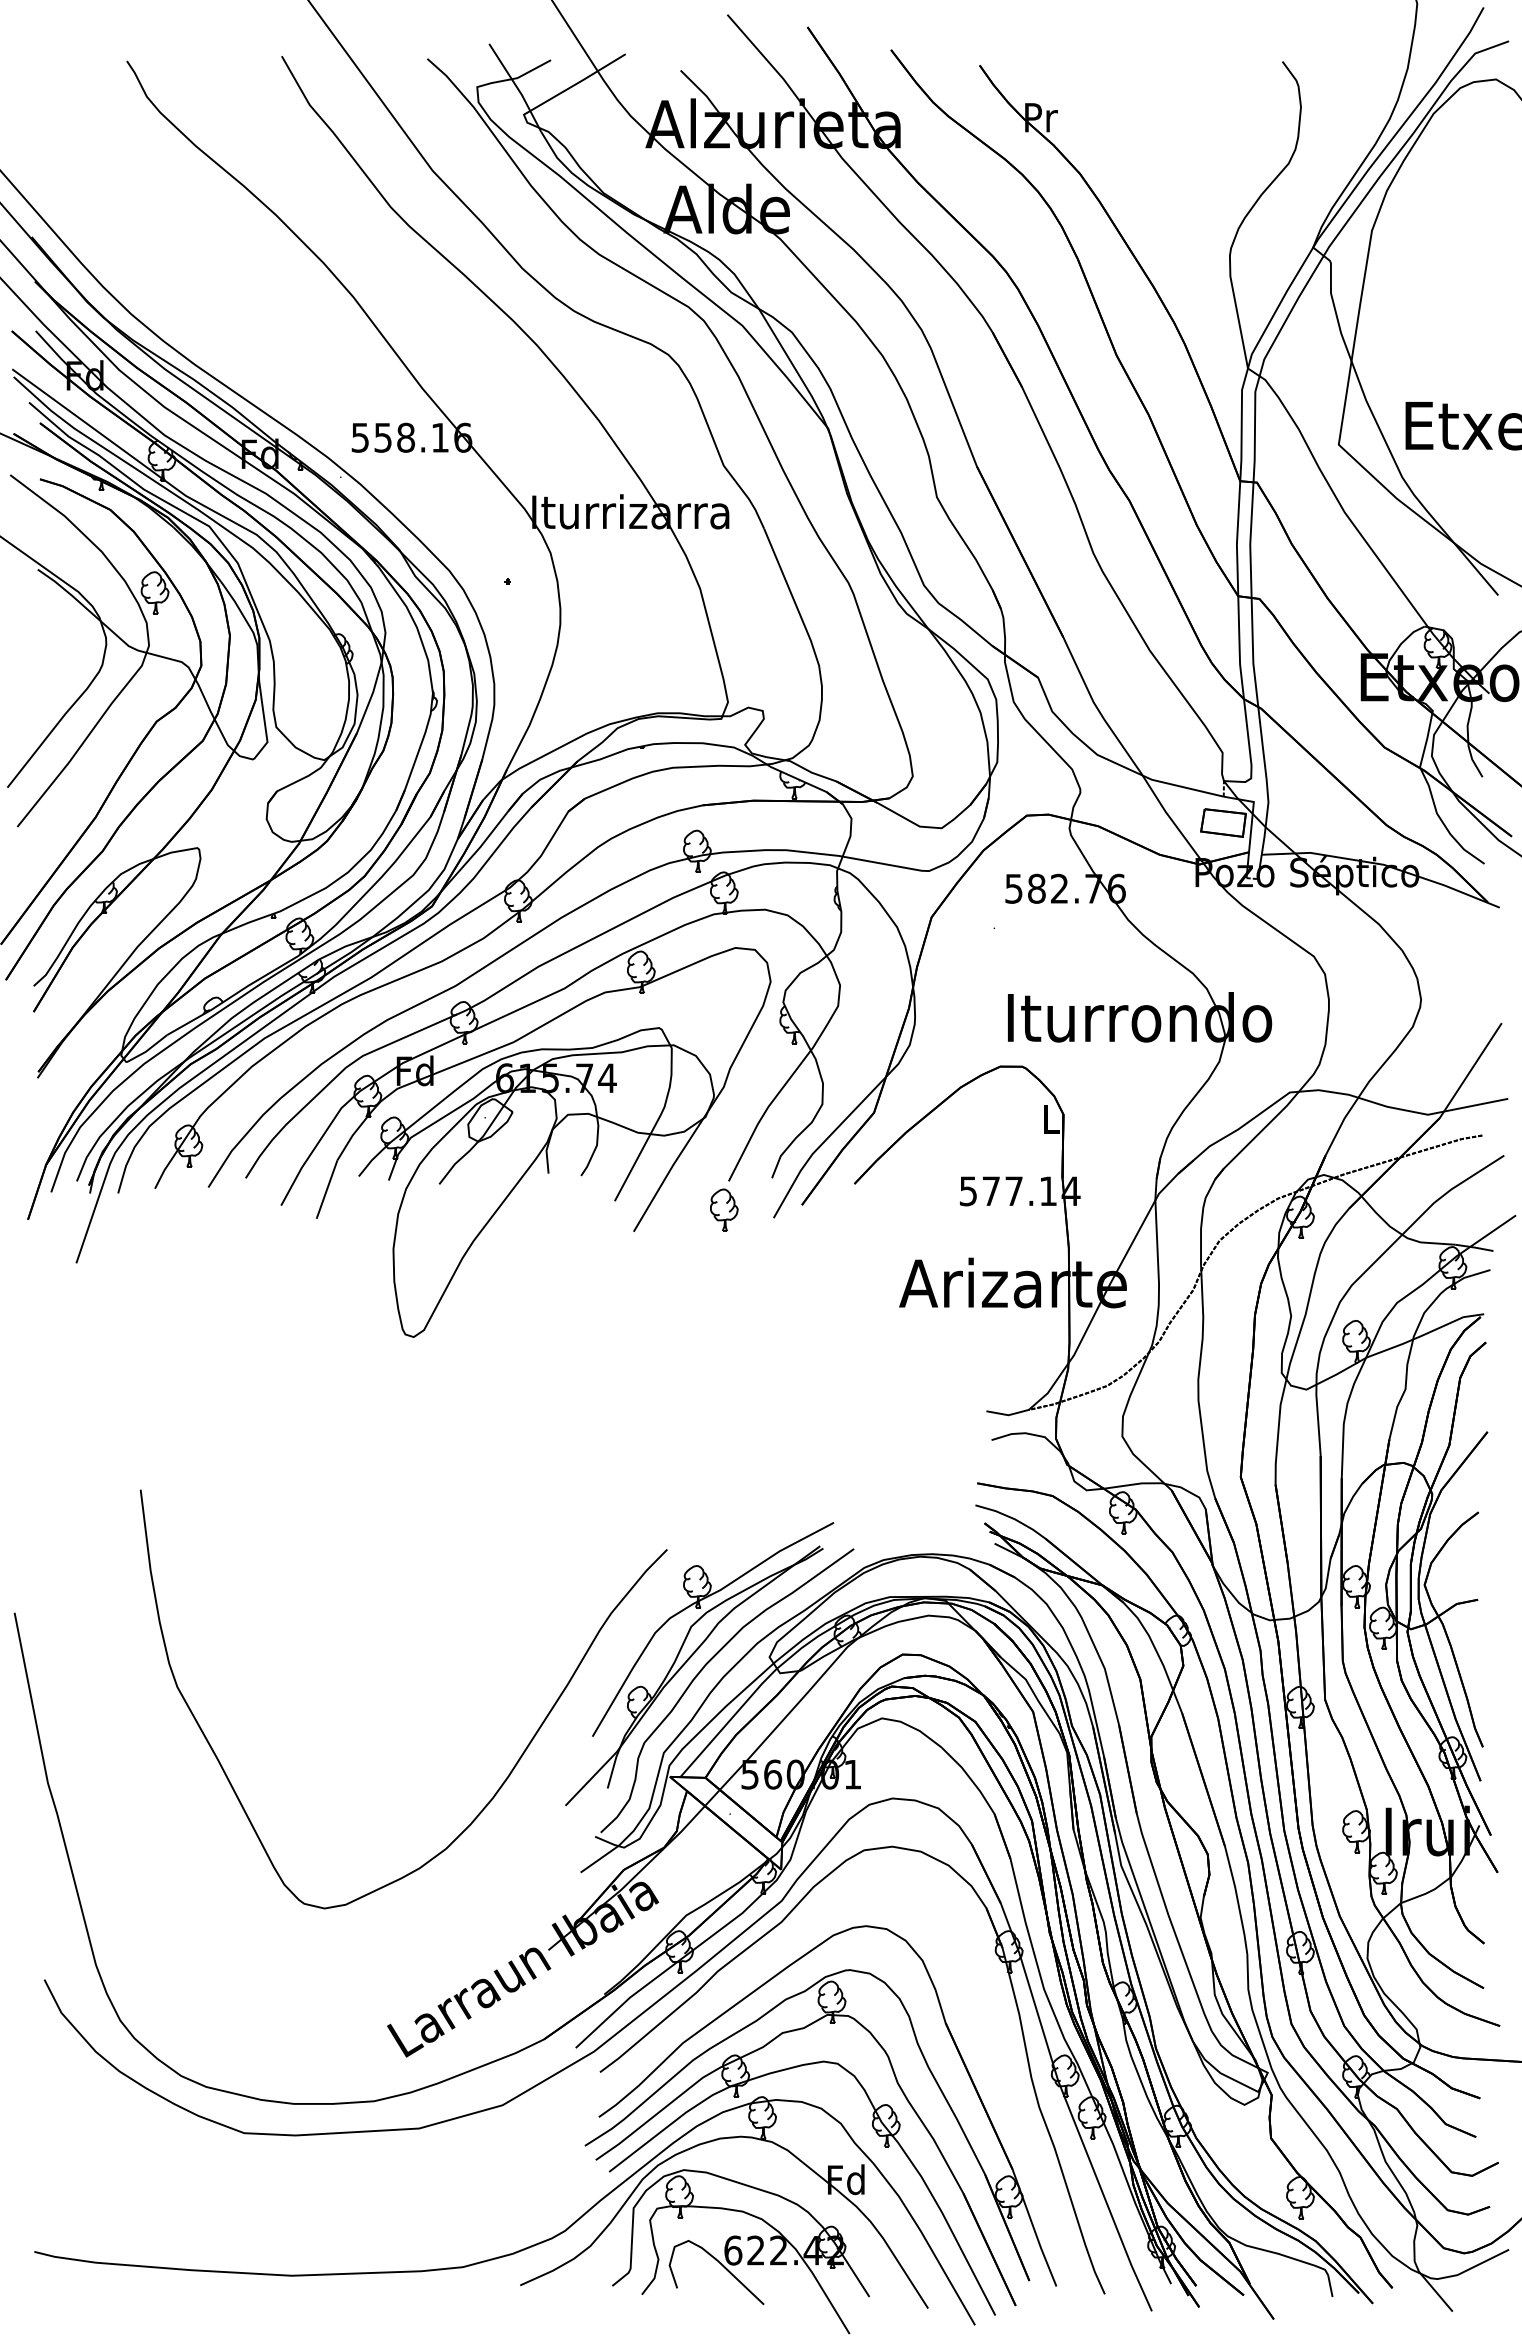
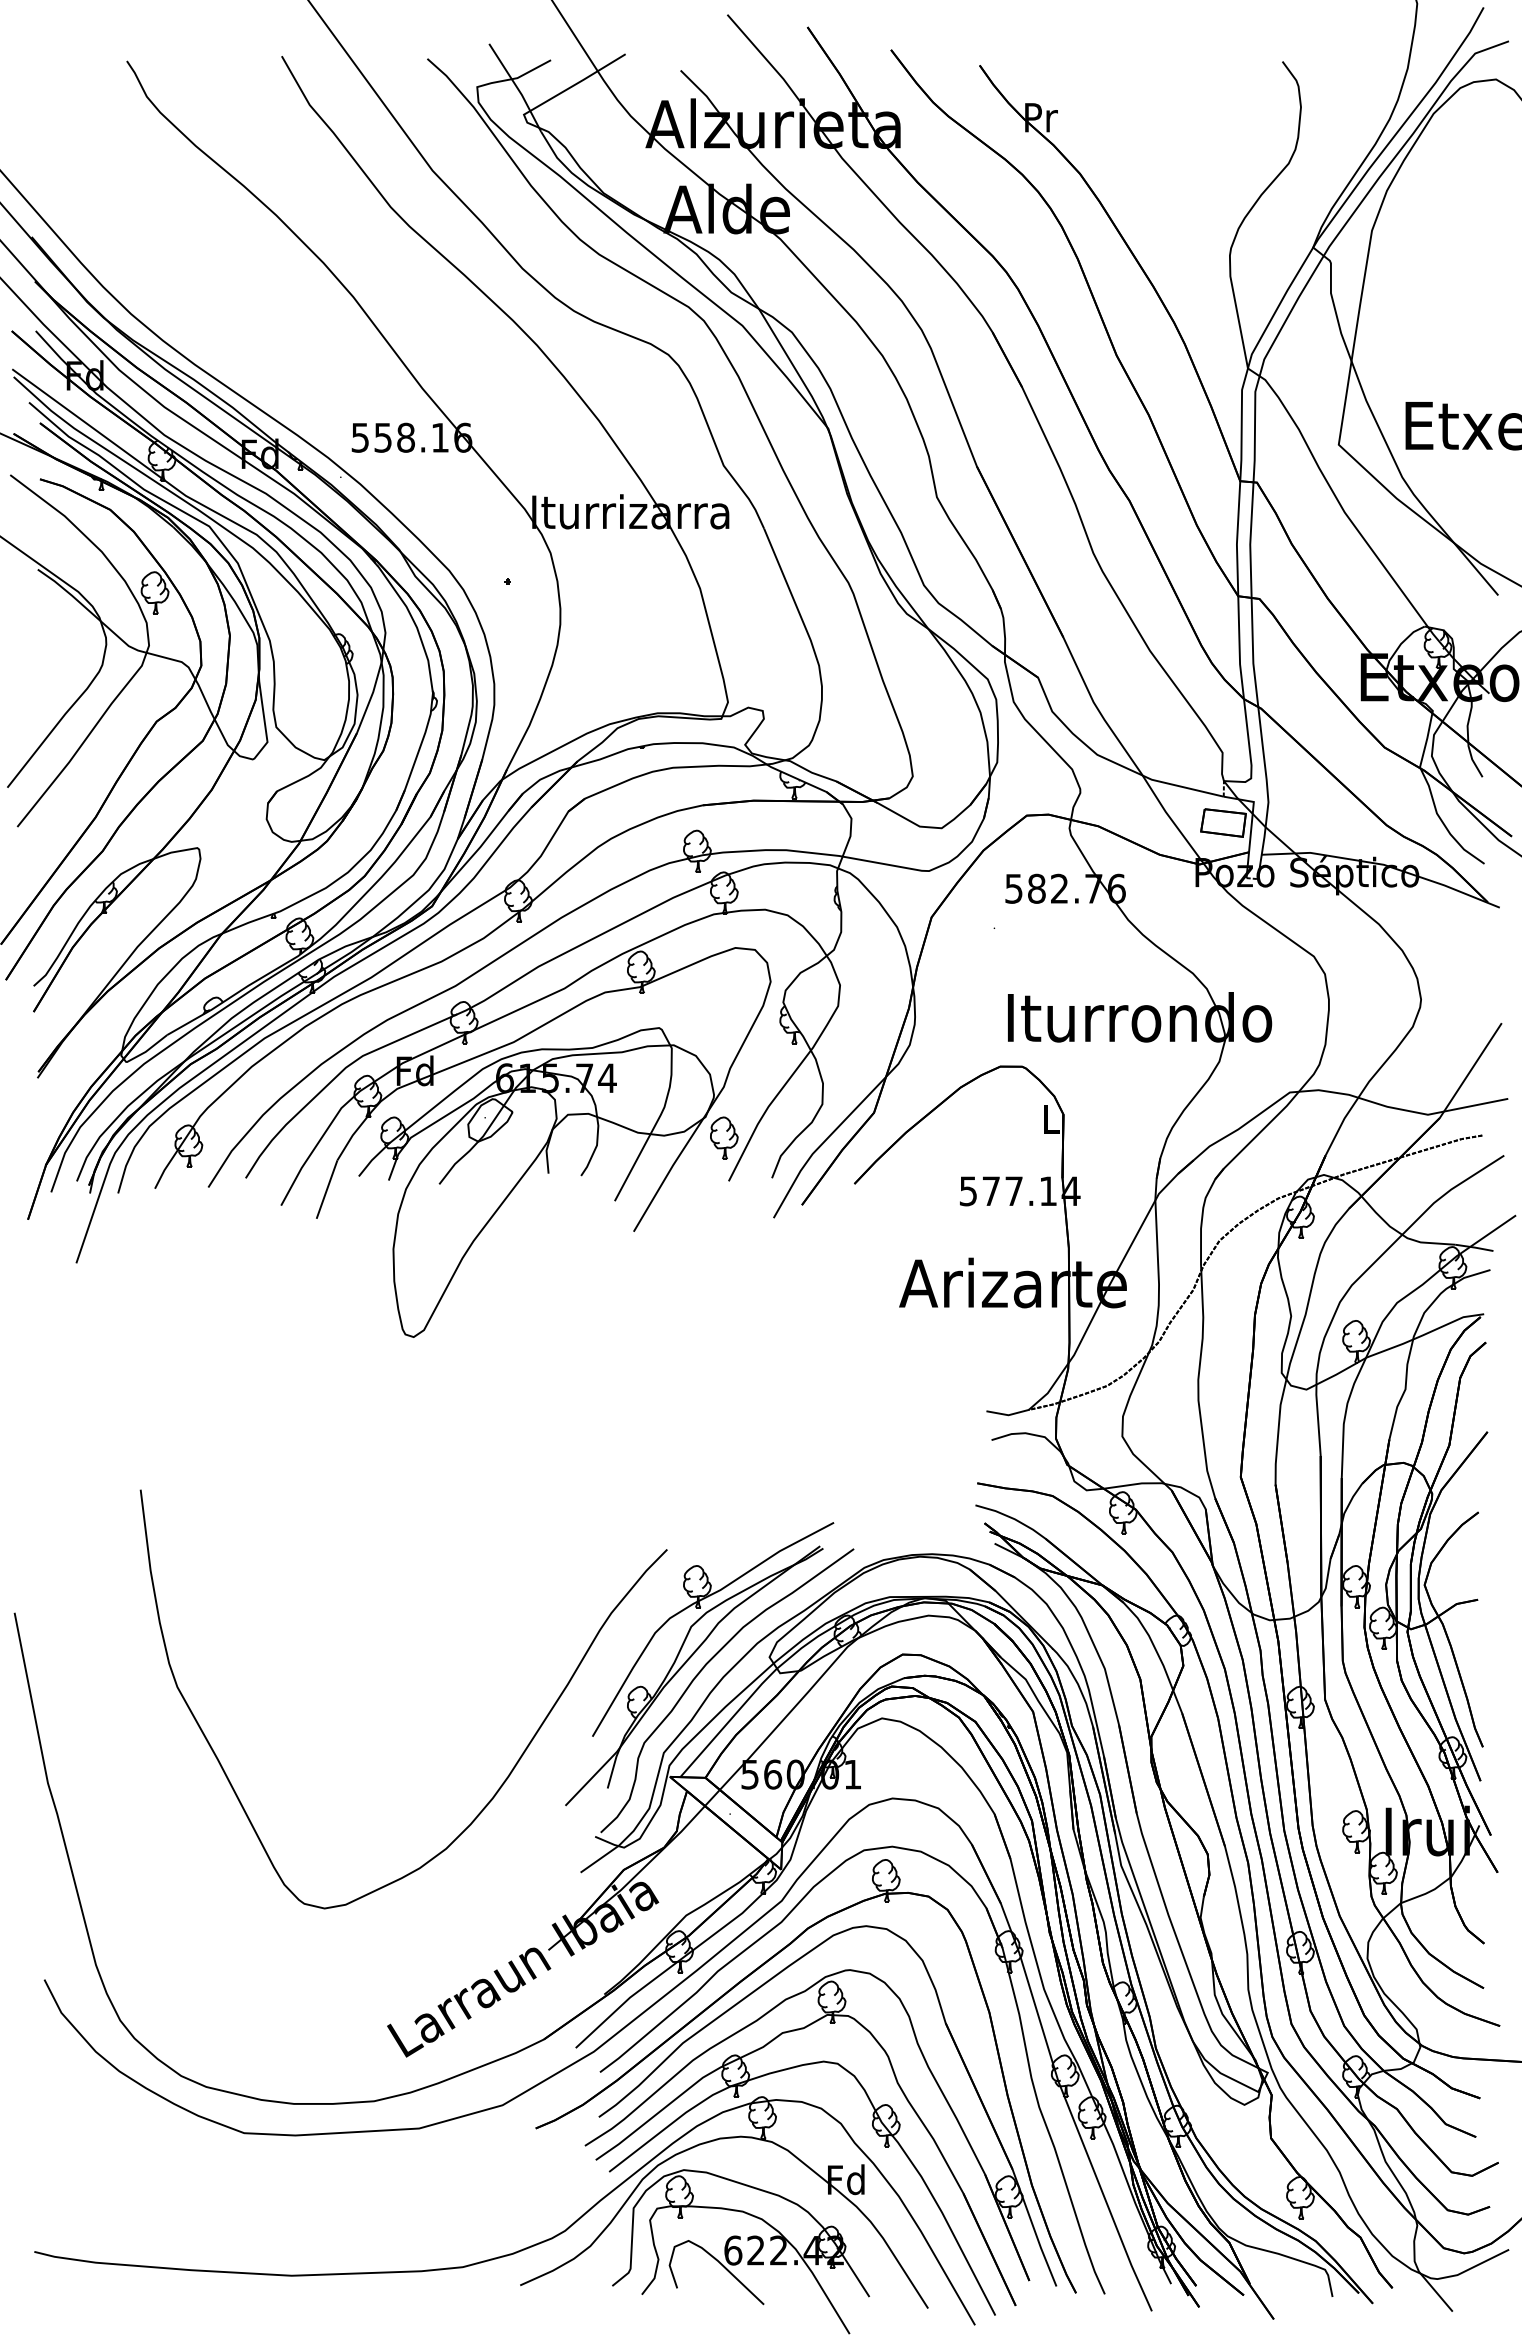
part at (724, 1209) position: (724, 1209) -> (724, 1137)
part at (735, 1987): none -> present
